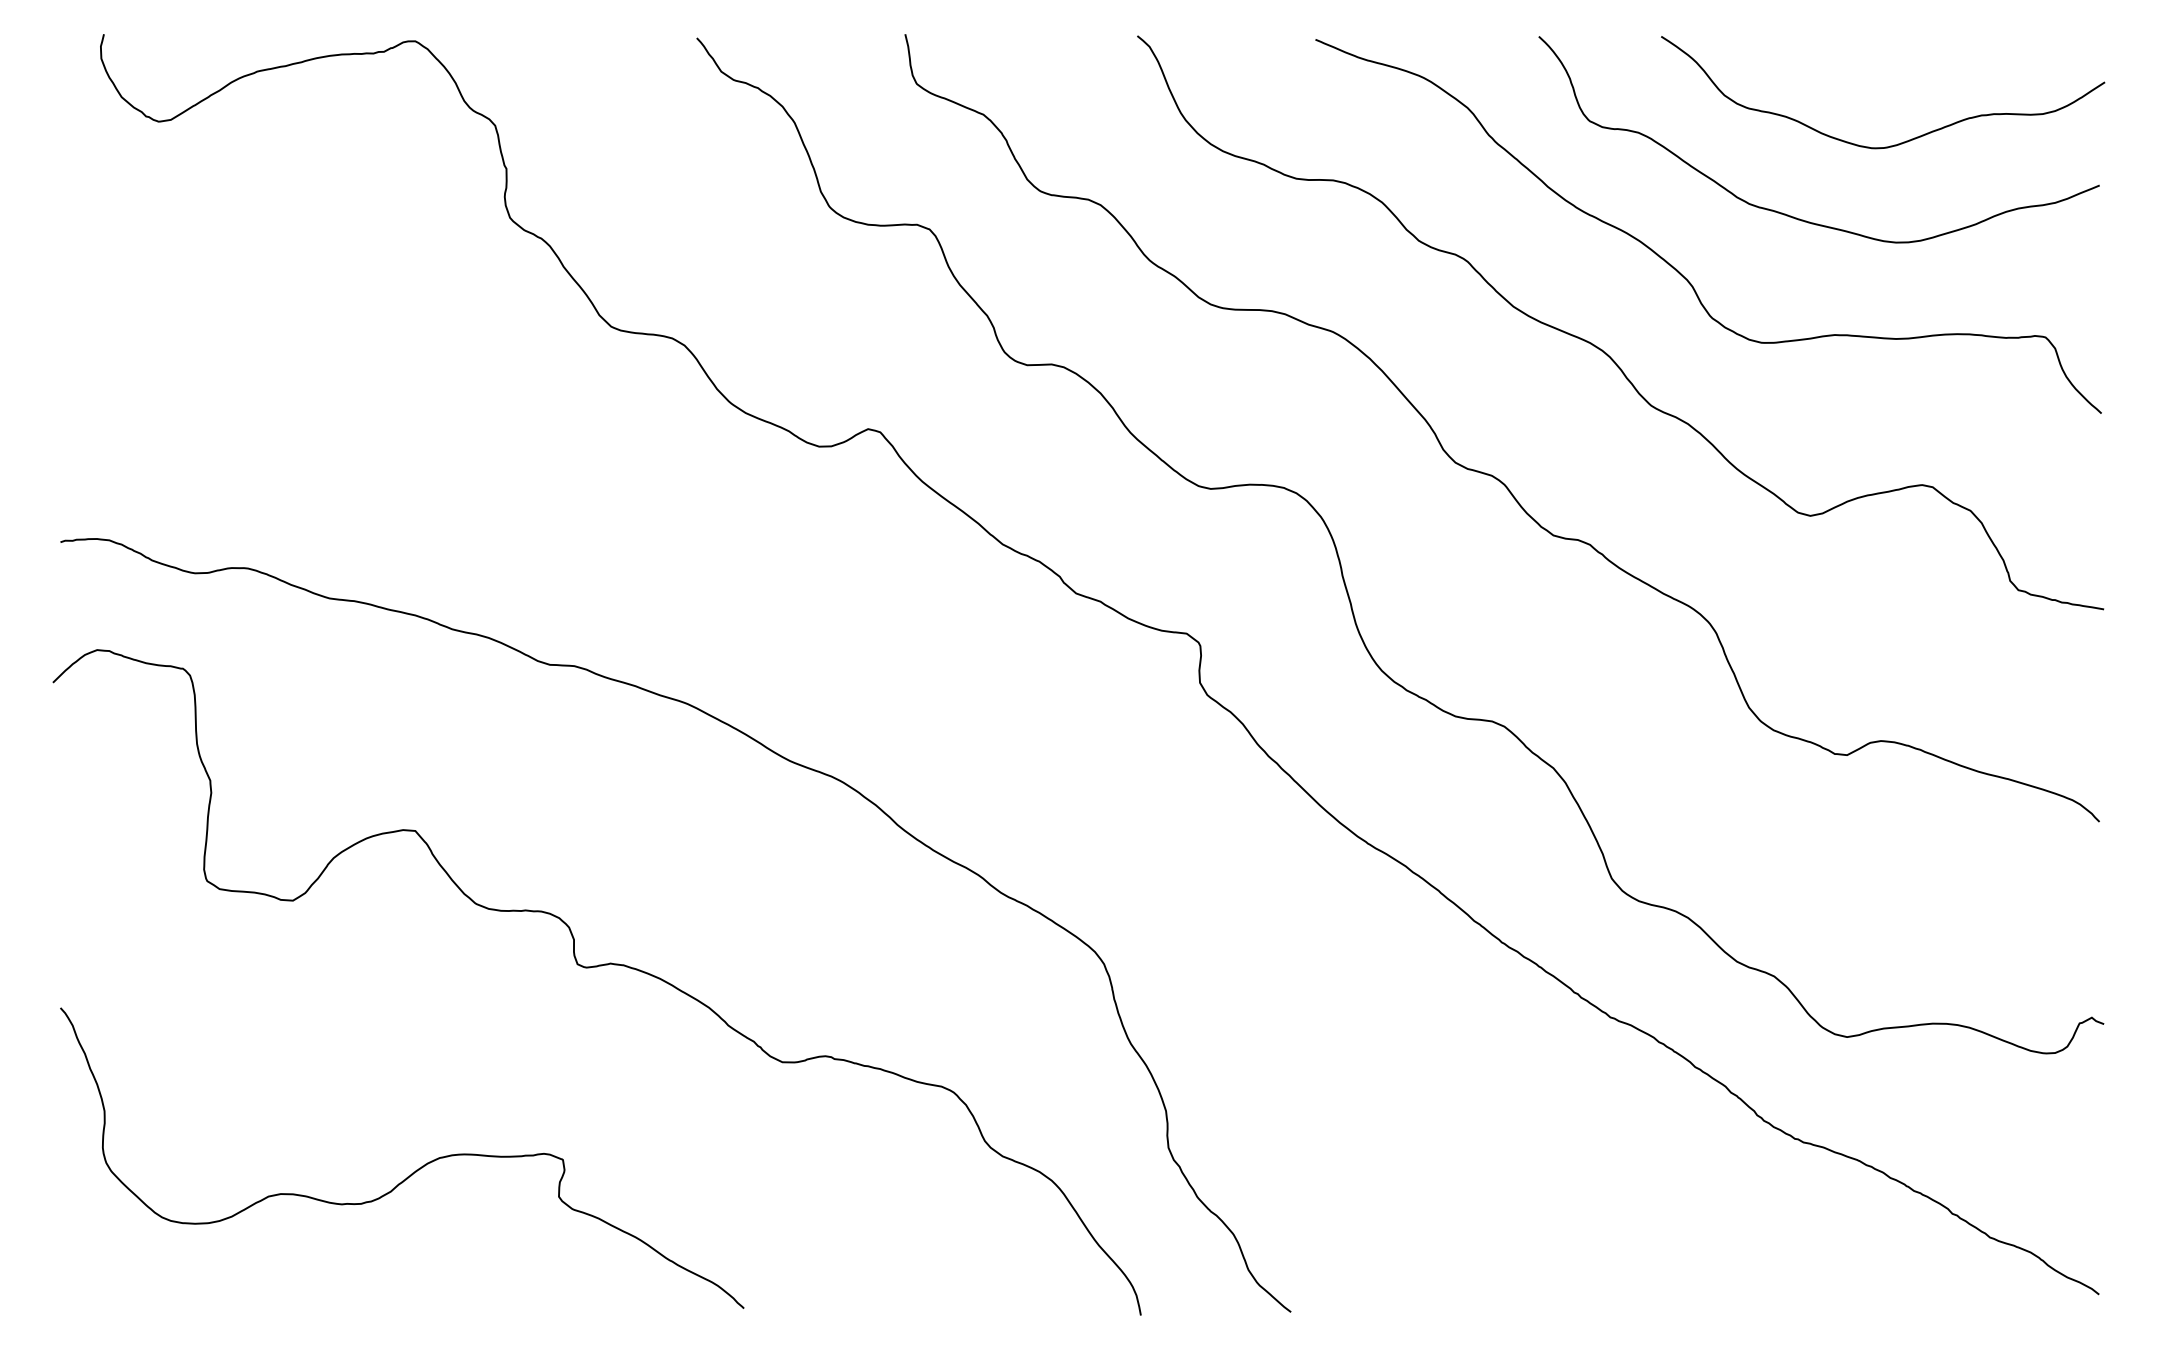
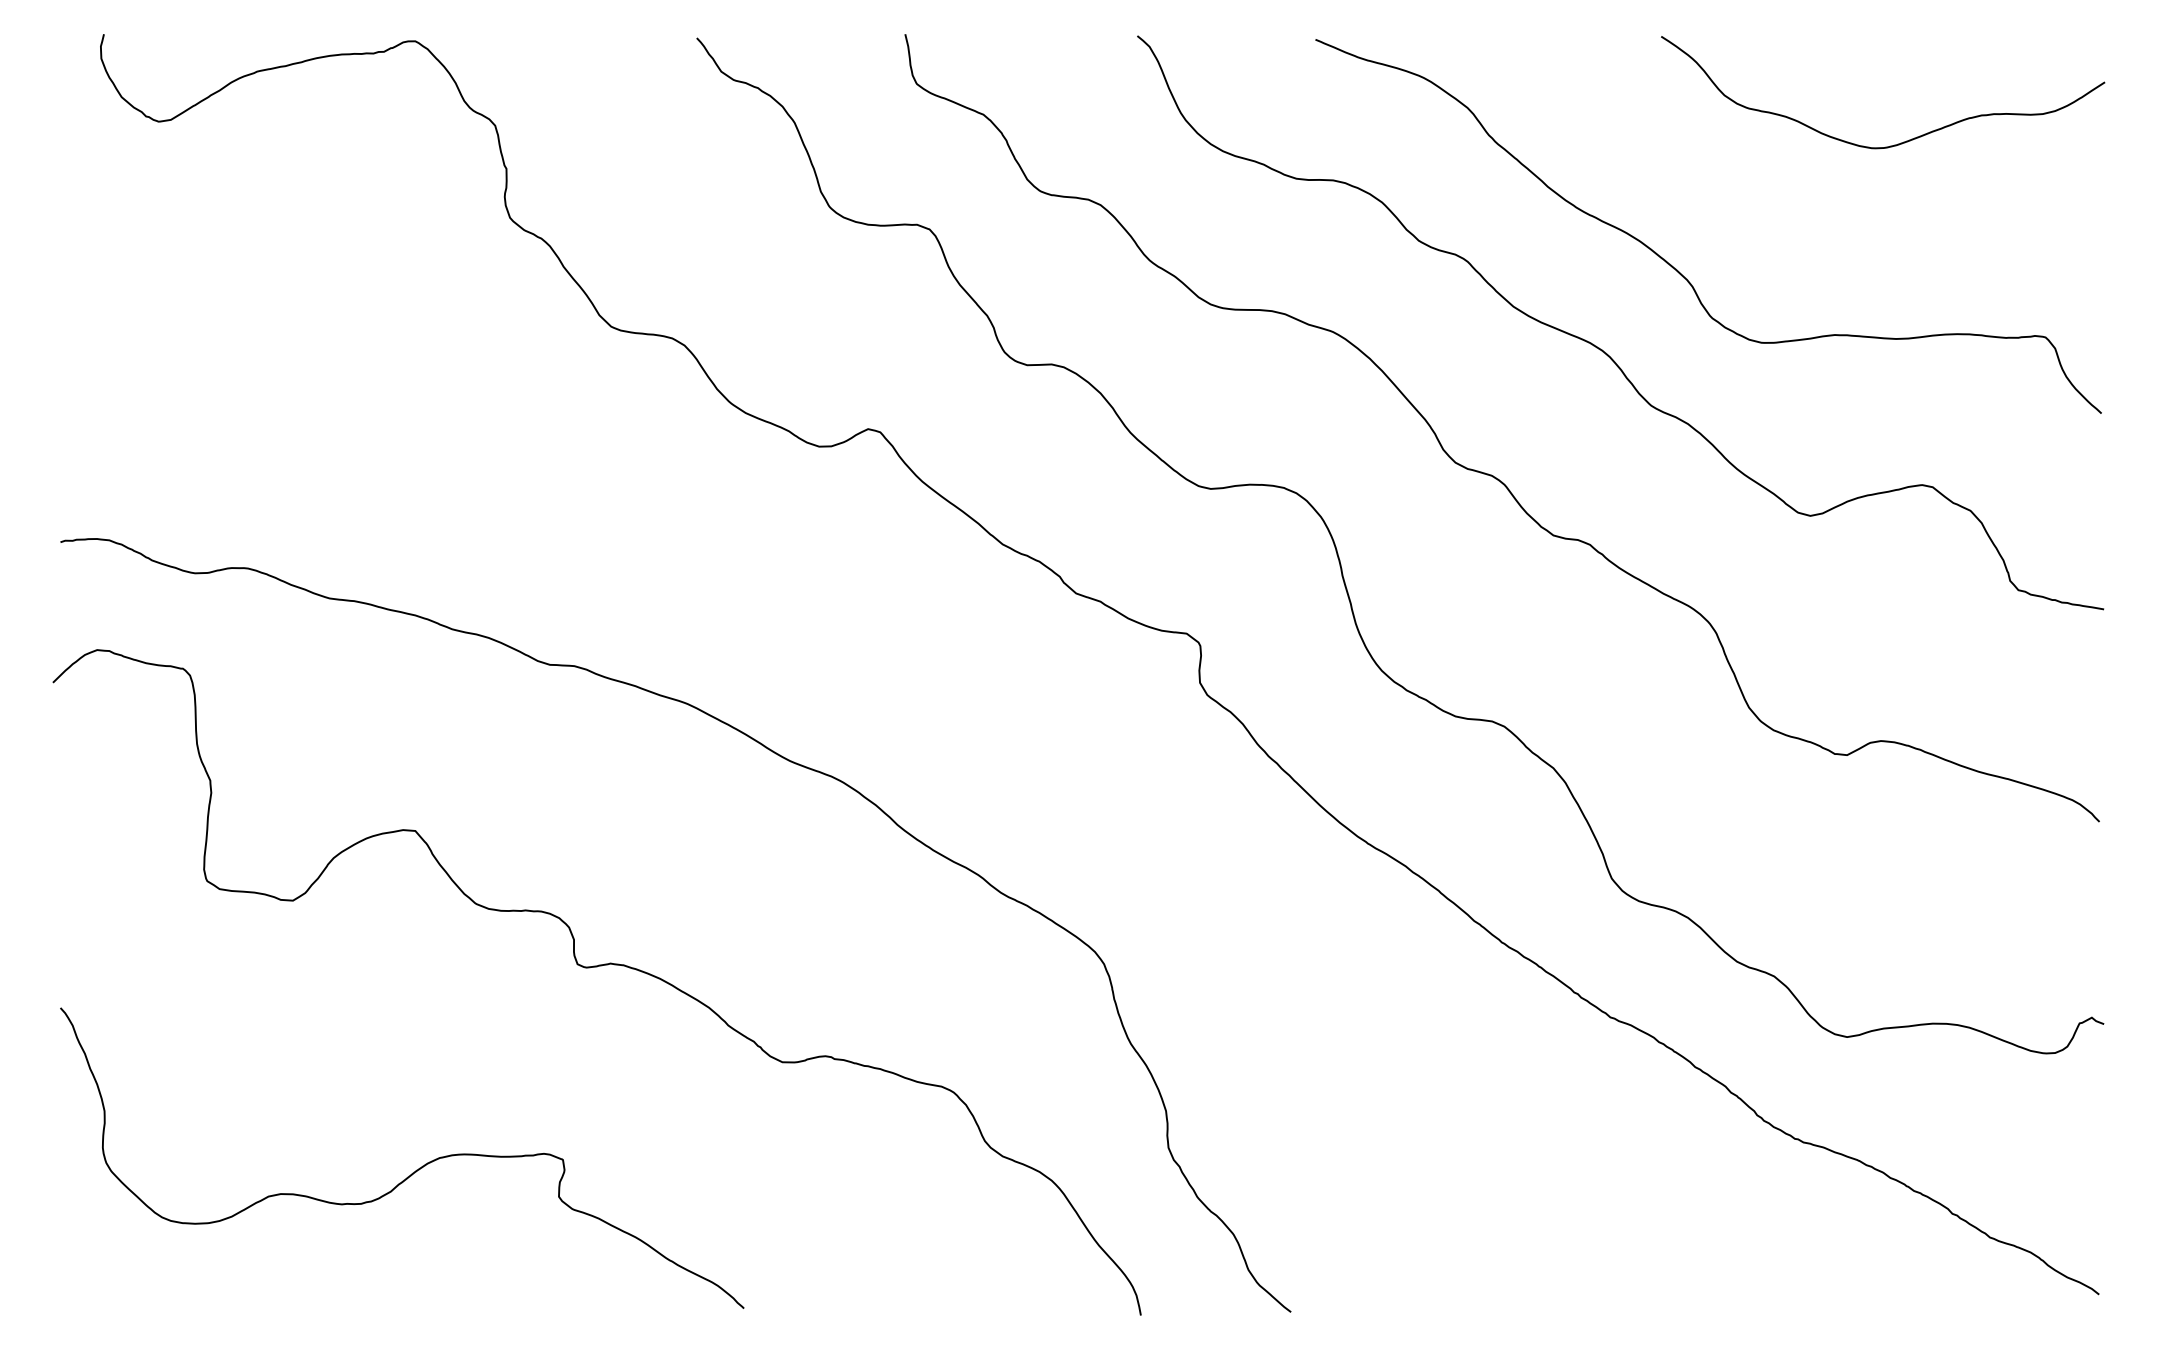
curve at (1788, 214): present -> none
